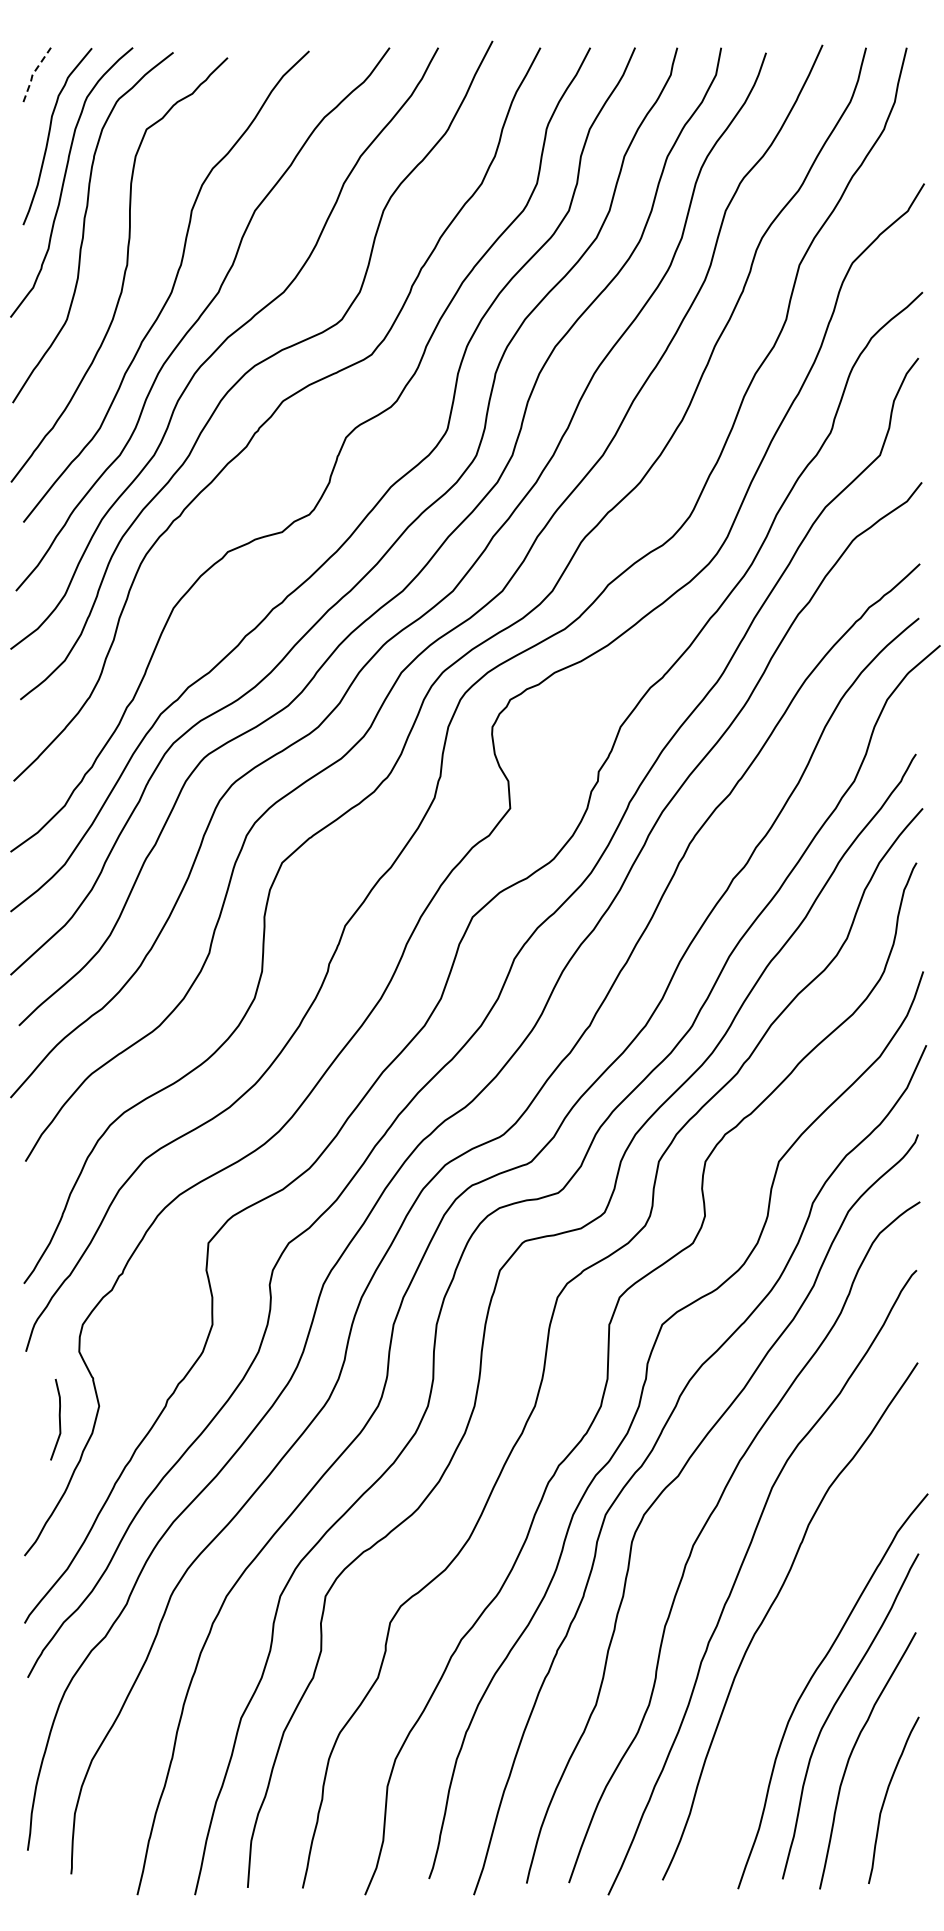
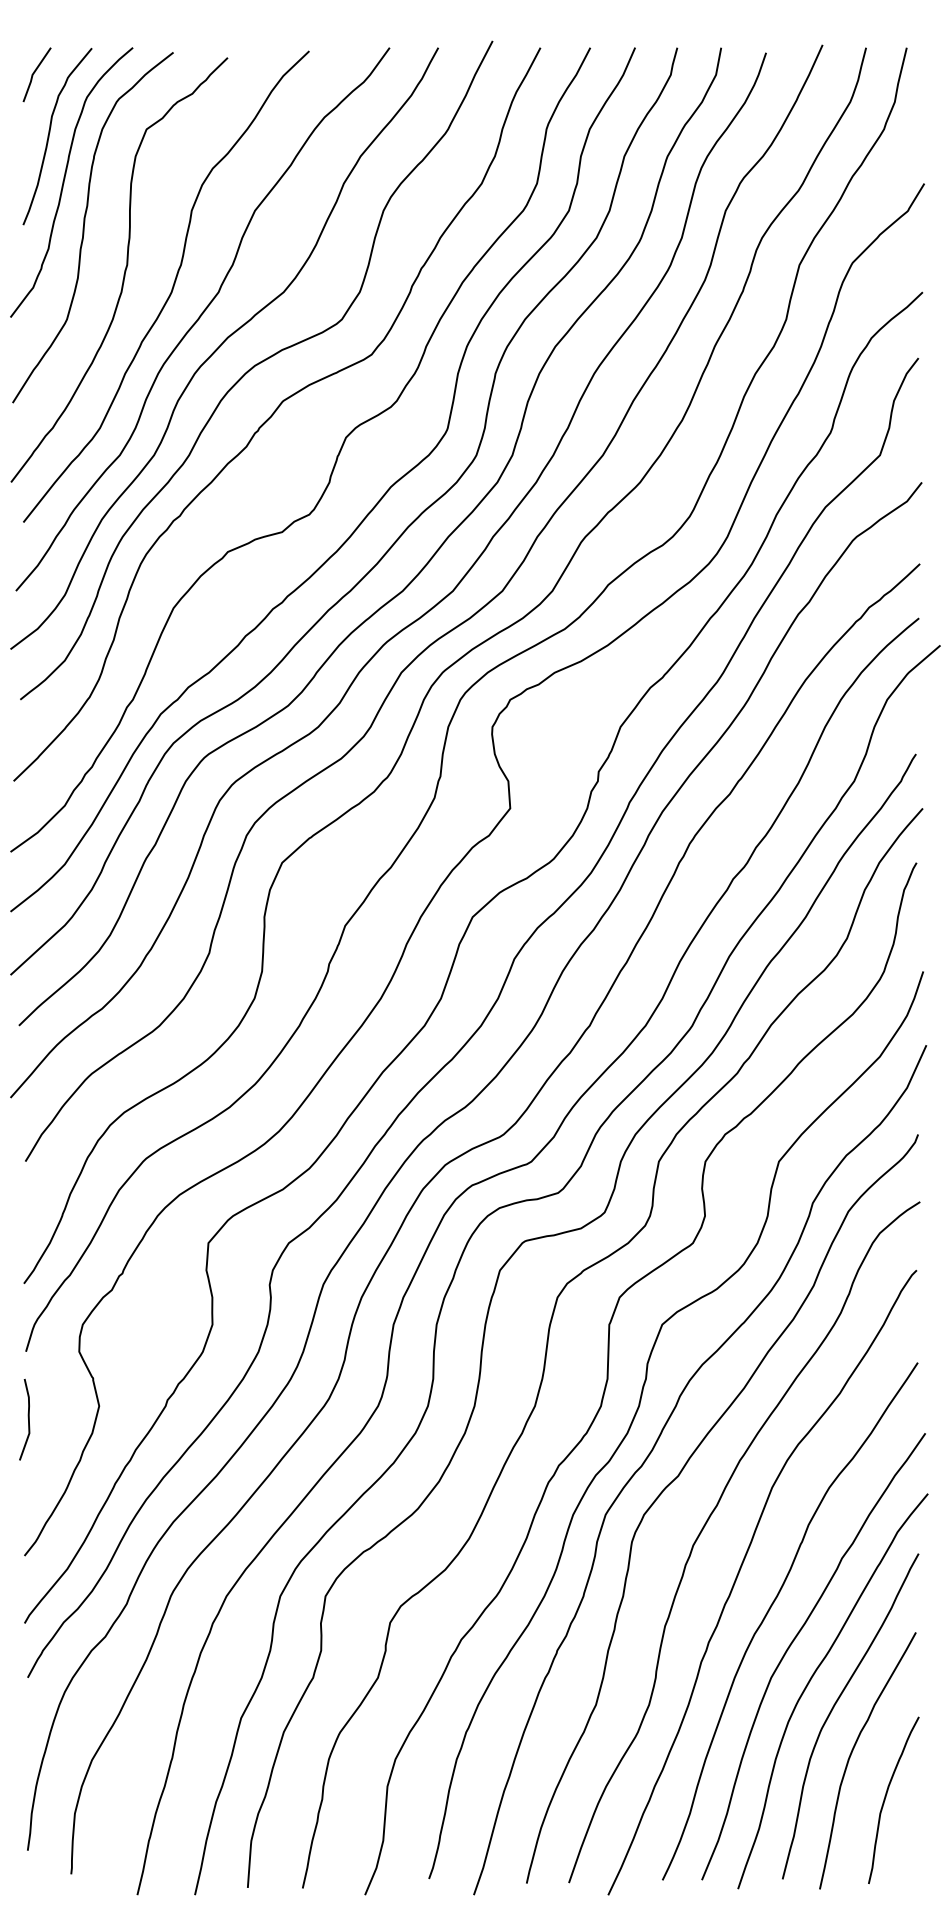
line at (33, 74): dashed -> solid
curve at (58, 1417) position: (58, 1417) -> (27, 1417)
curve at (793, 1642): none -> present
